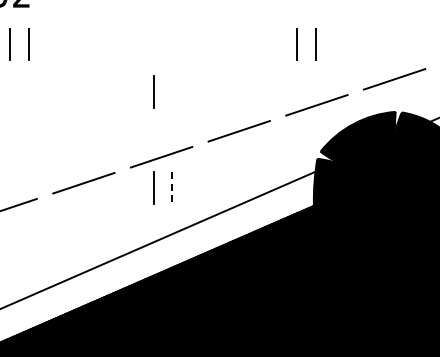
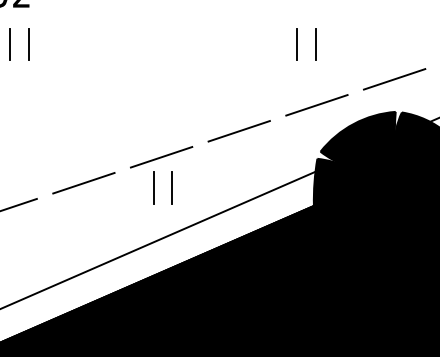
line at (153, 91): present -> none
line at (172, 188): dashed -> solid
